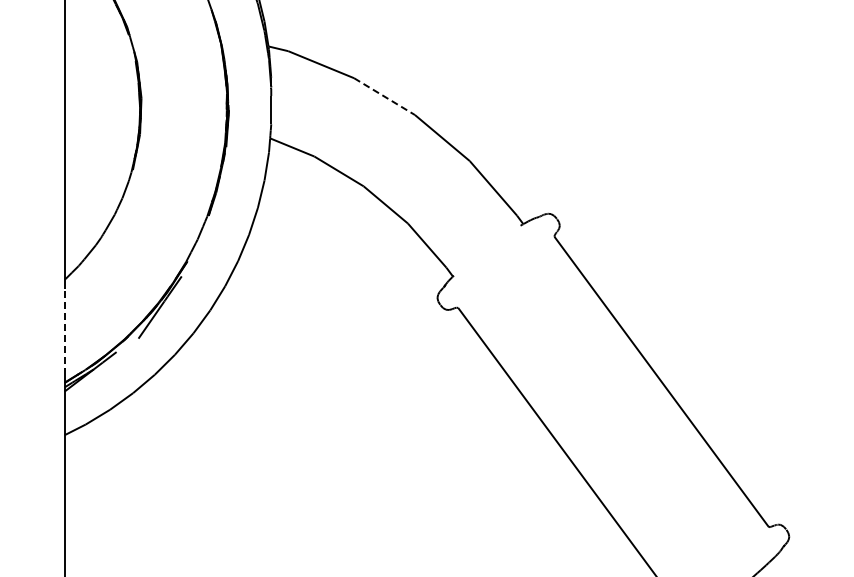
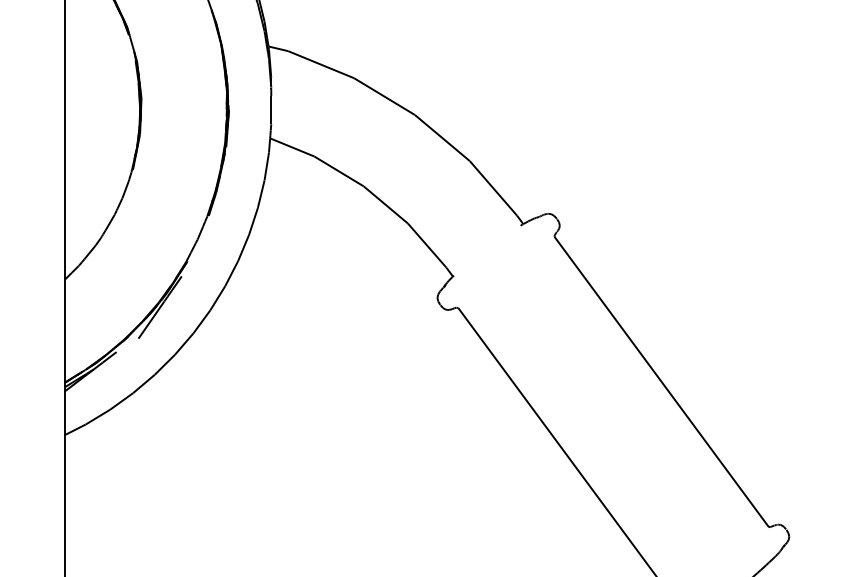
line at (384, 96): dashed -> solid
line at (64, 331): dashed -> solid
